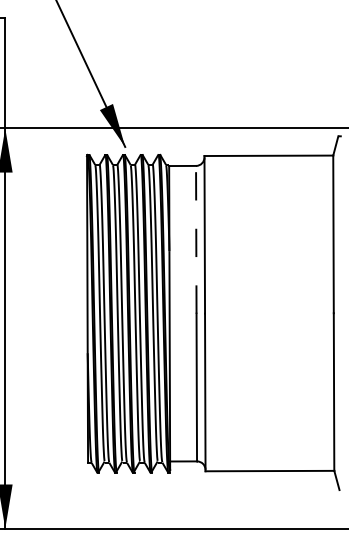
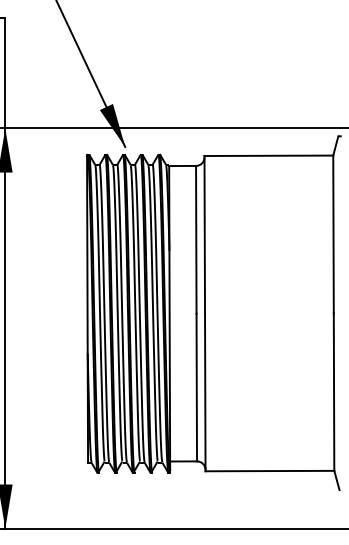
line at (196, 239): dashed -> solid
